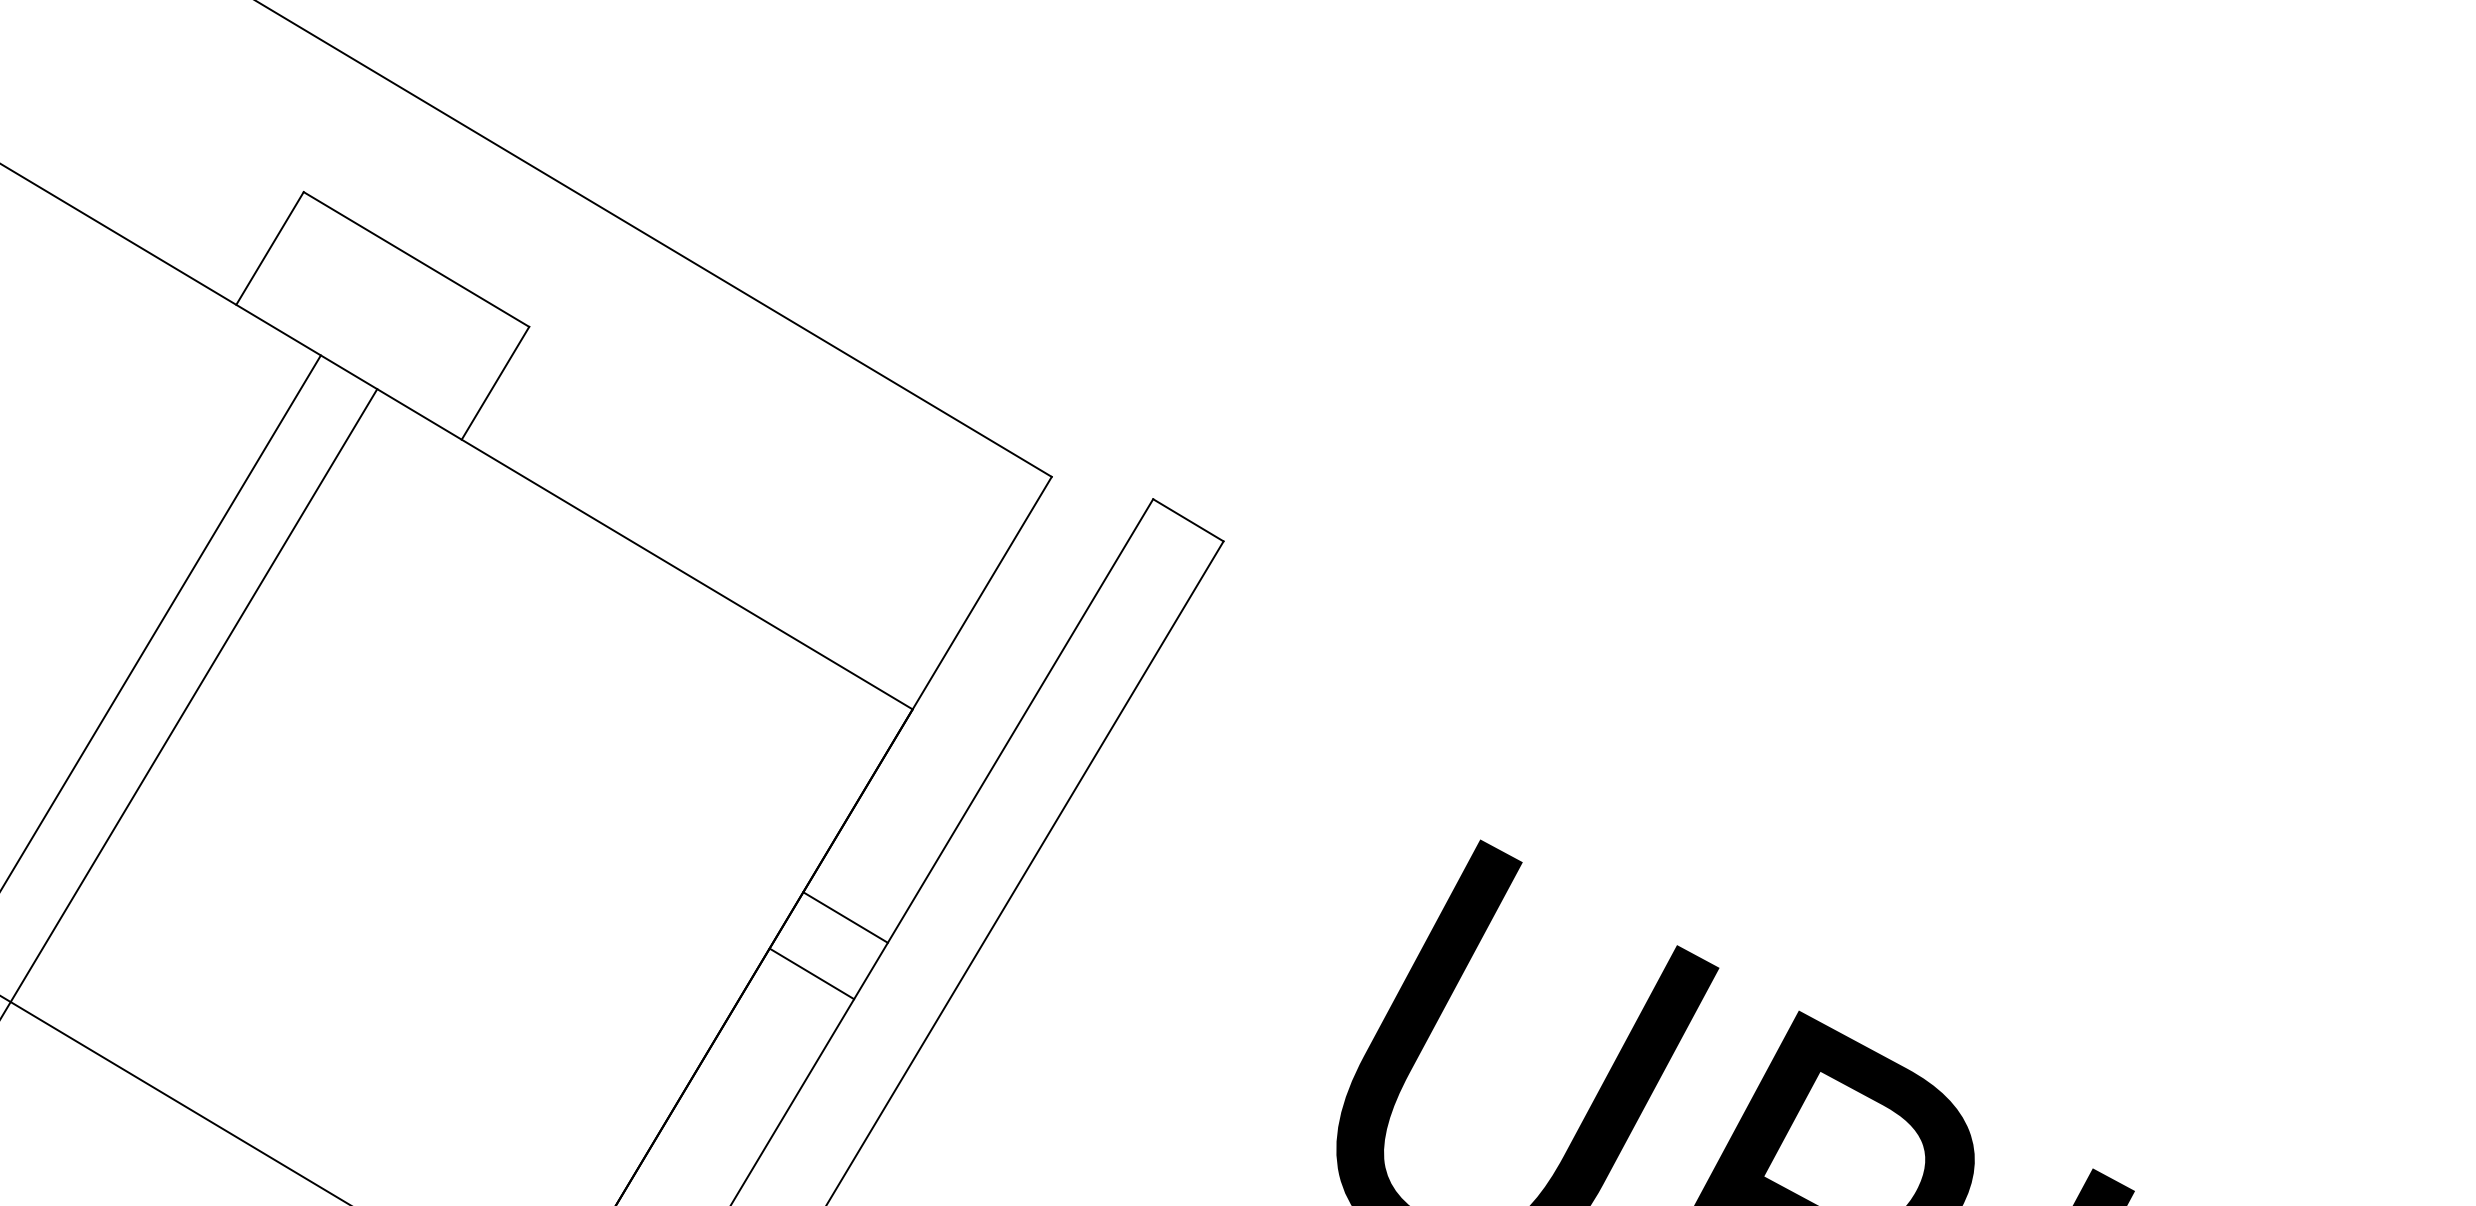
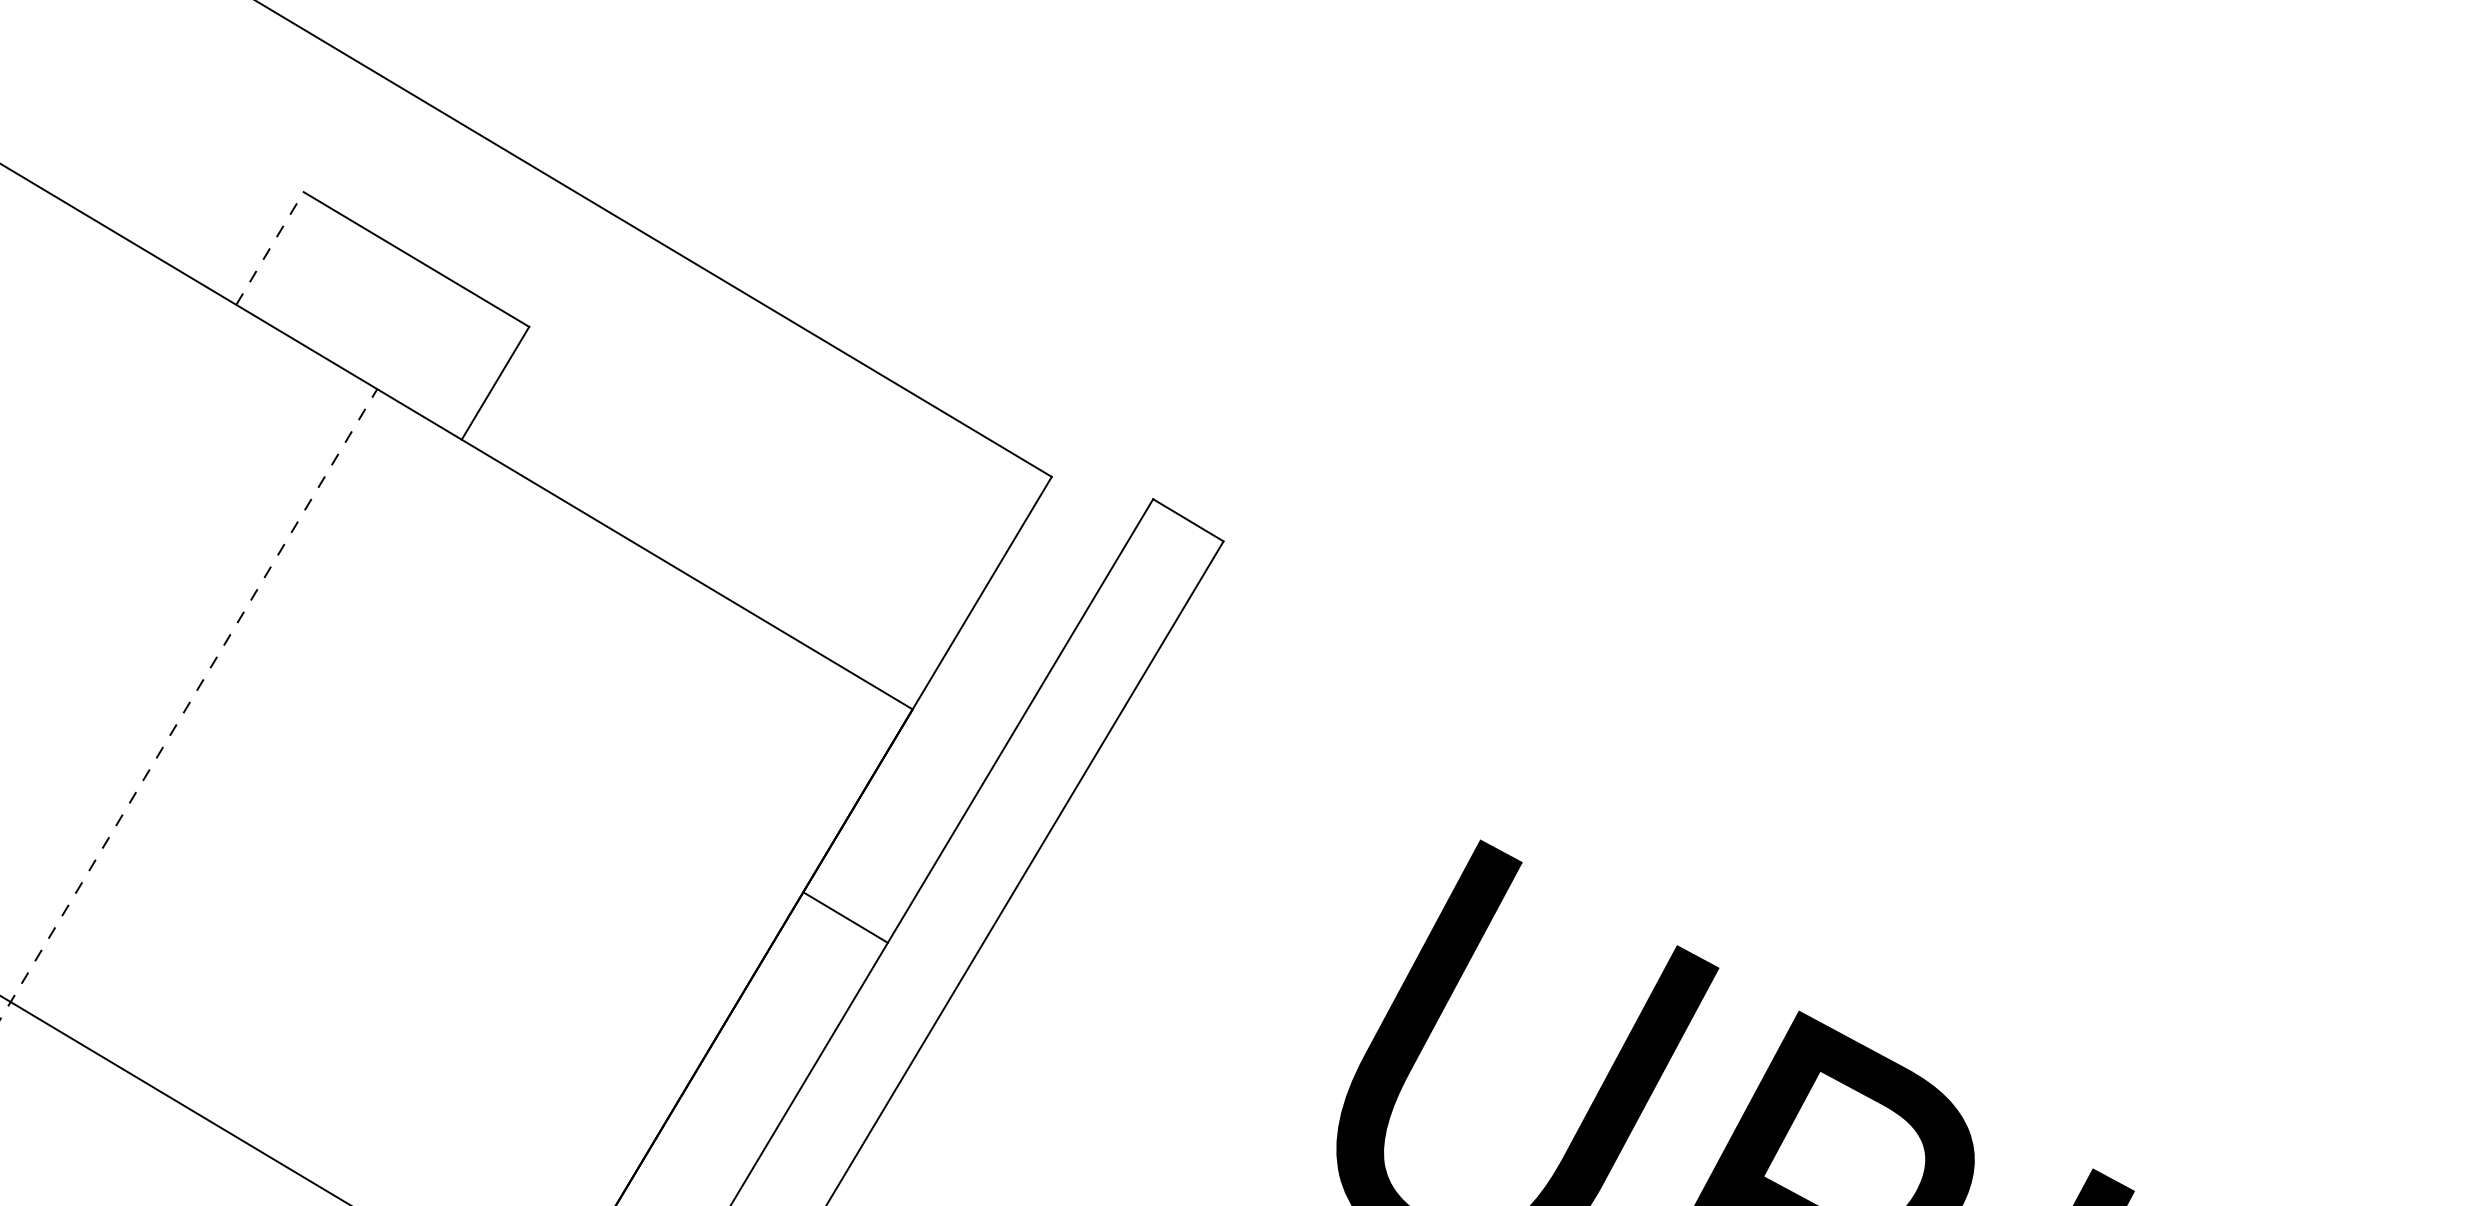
line at (270, 248): solid -> dashed
line at (161, 621): present -> none
line at (188, 703): solid -> dashed
line at (811, 973): present -> none
